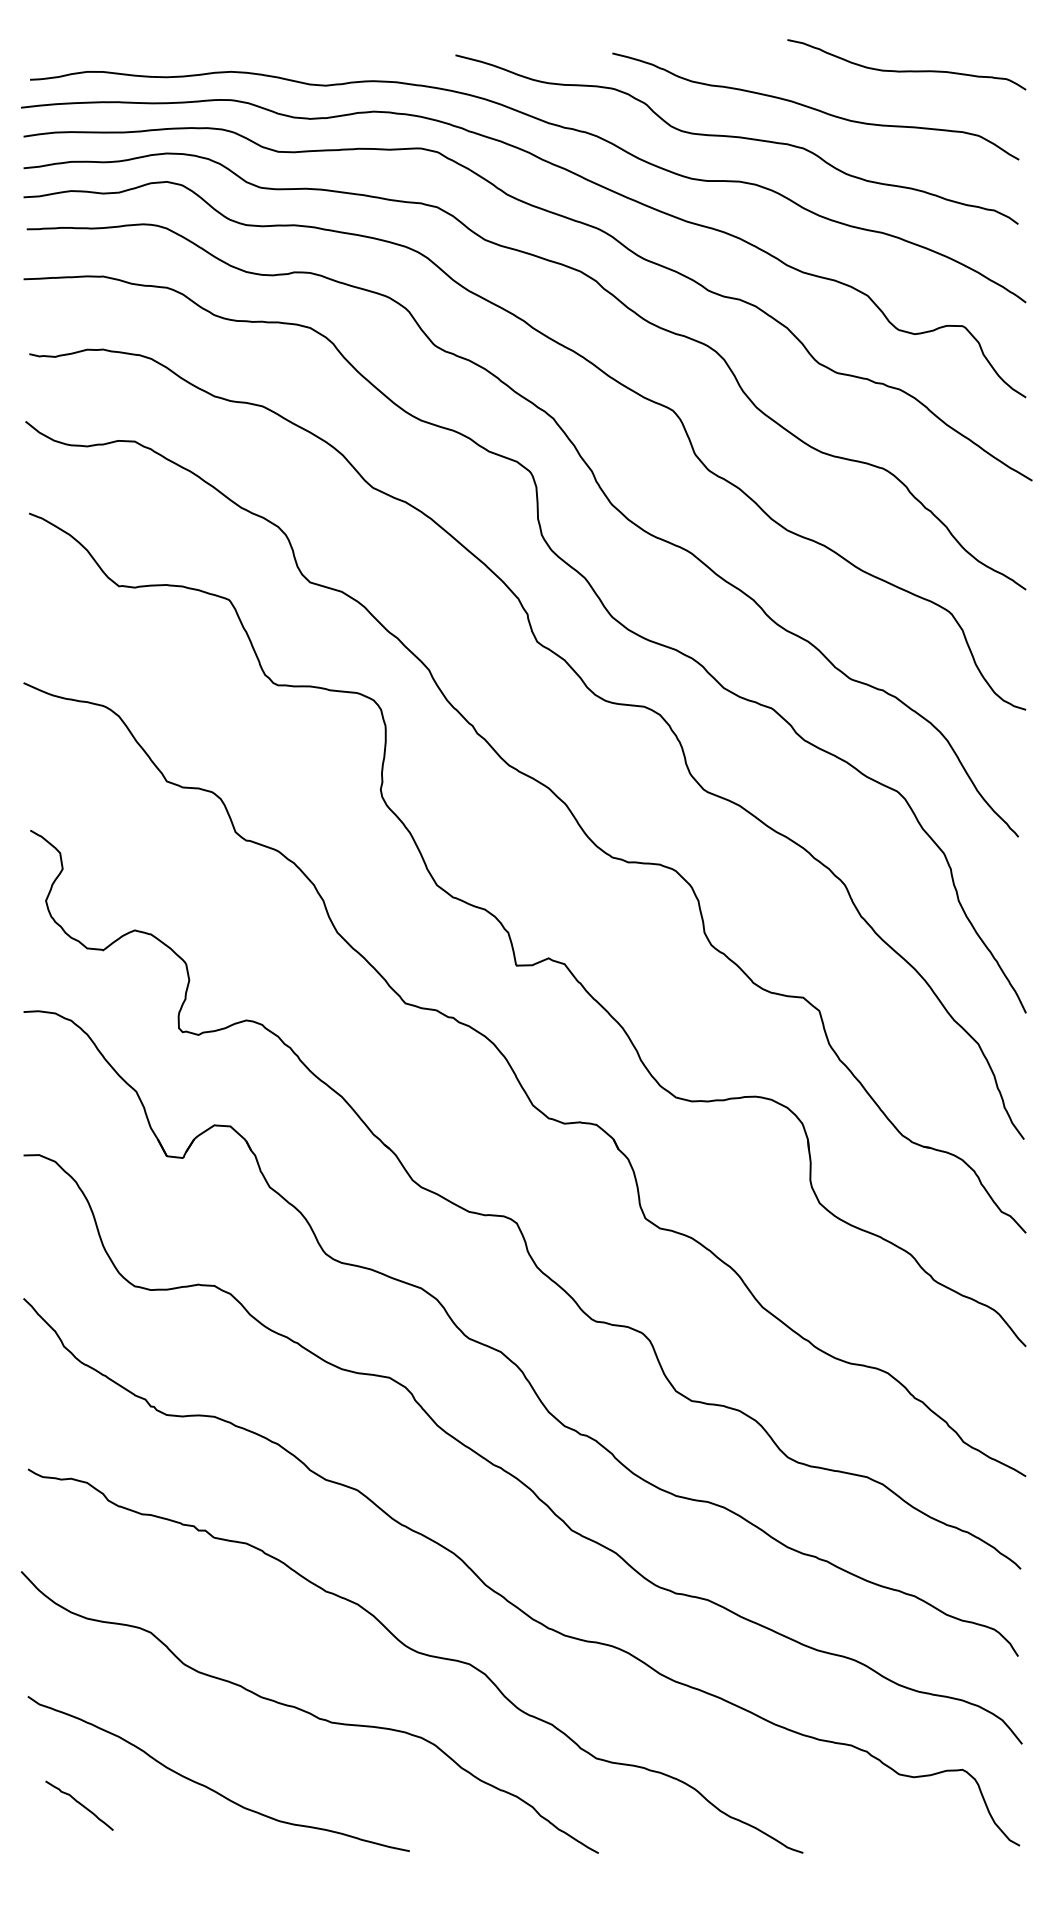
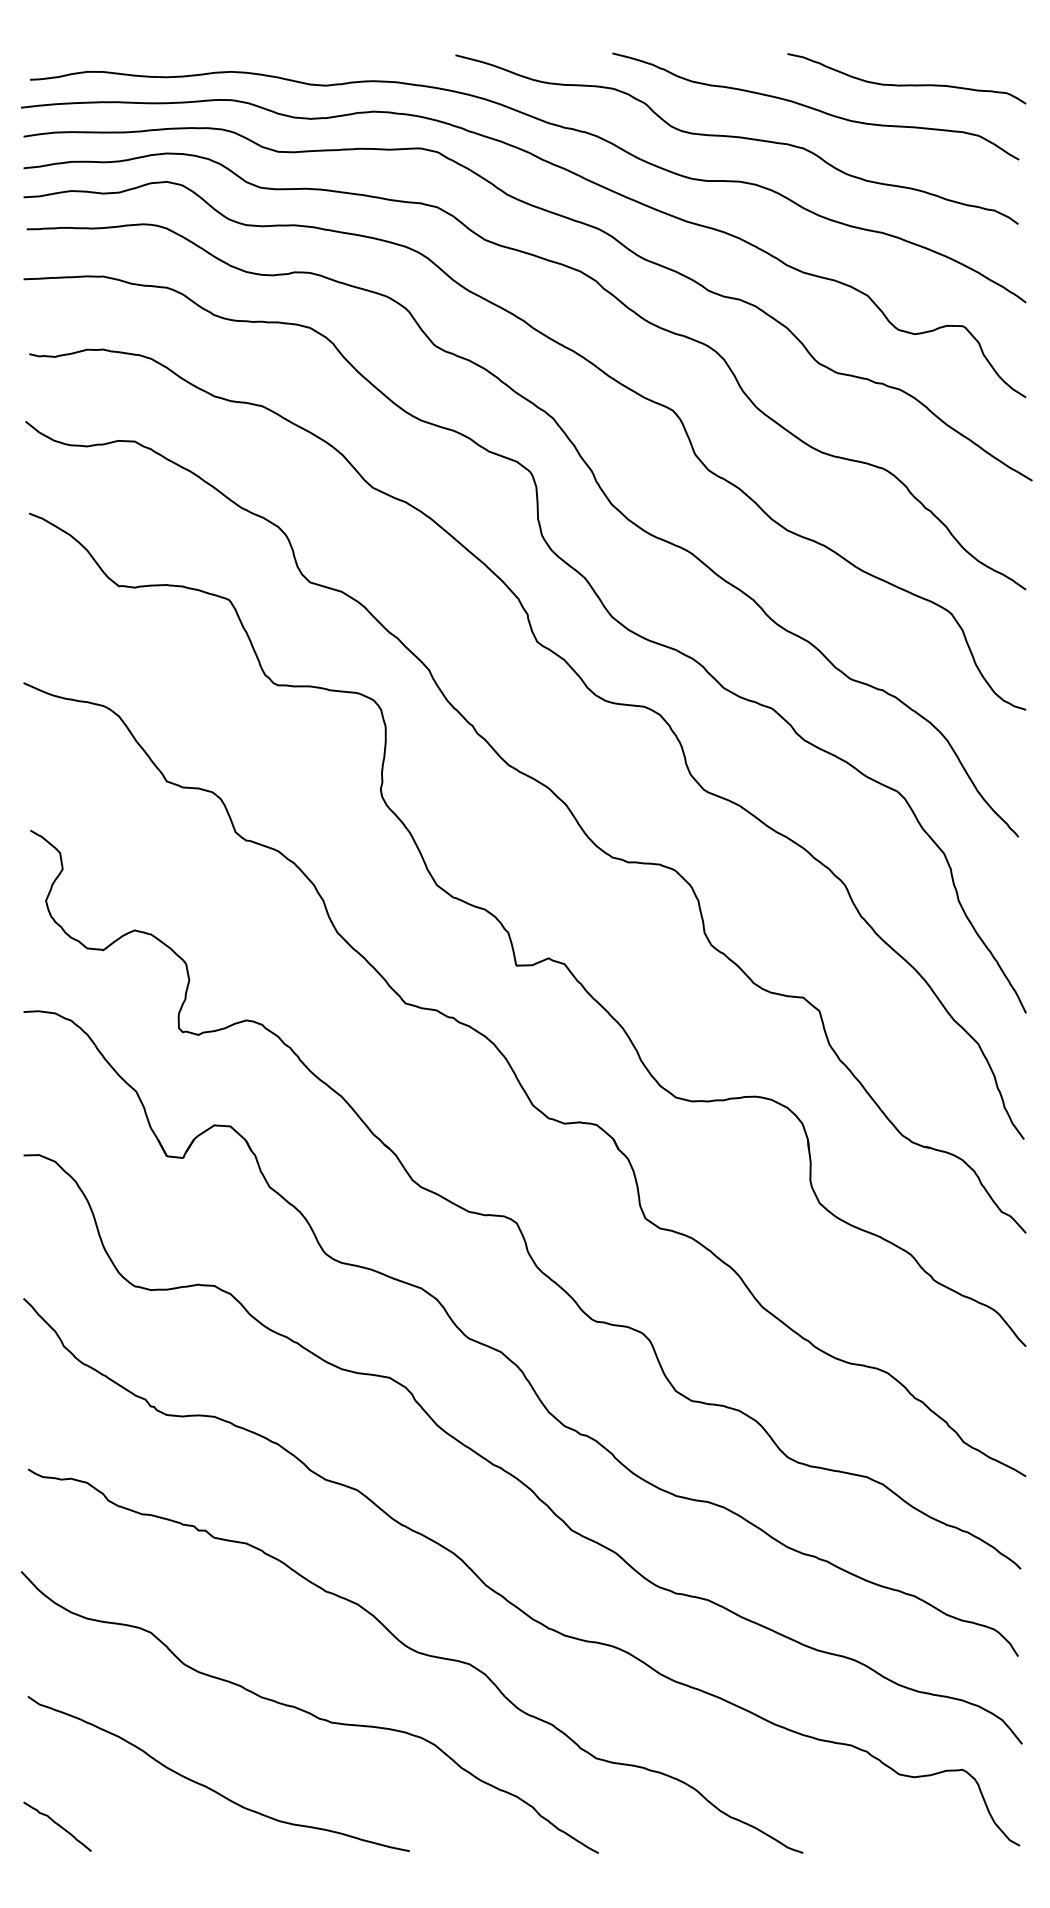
curve at (906, 70) position: (906, 70) -> (906, 84)
curve at (79, 1804) position: (79, 1804) -> (57, 1825)
